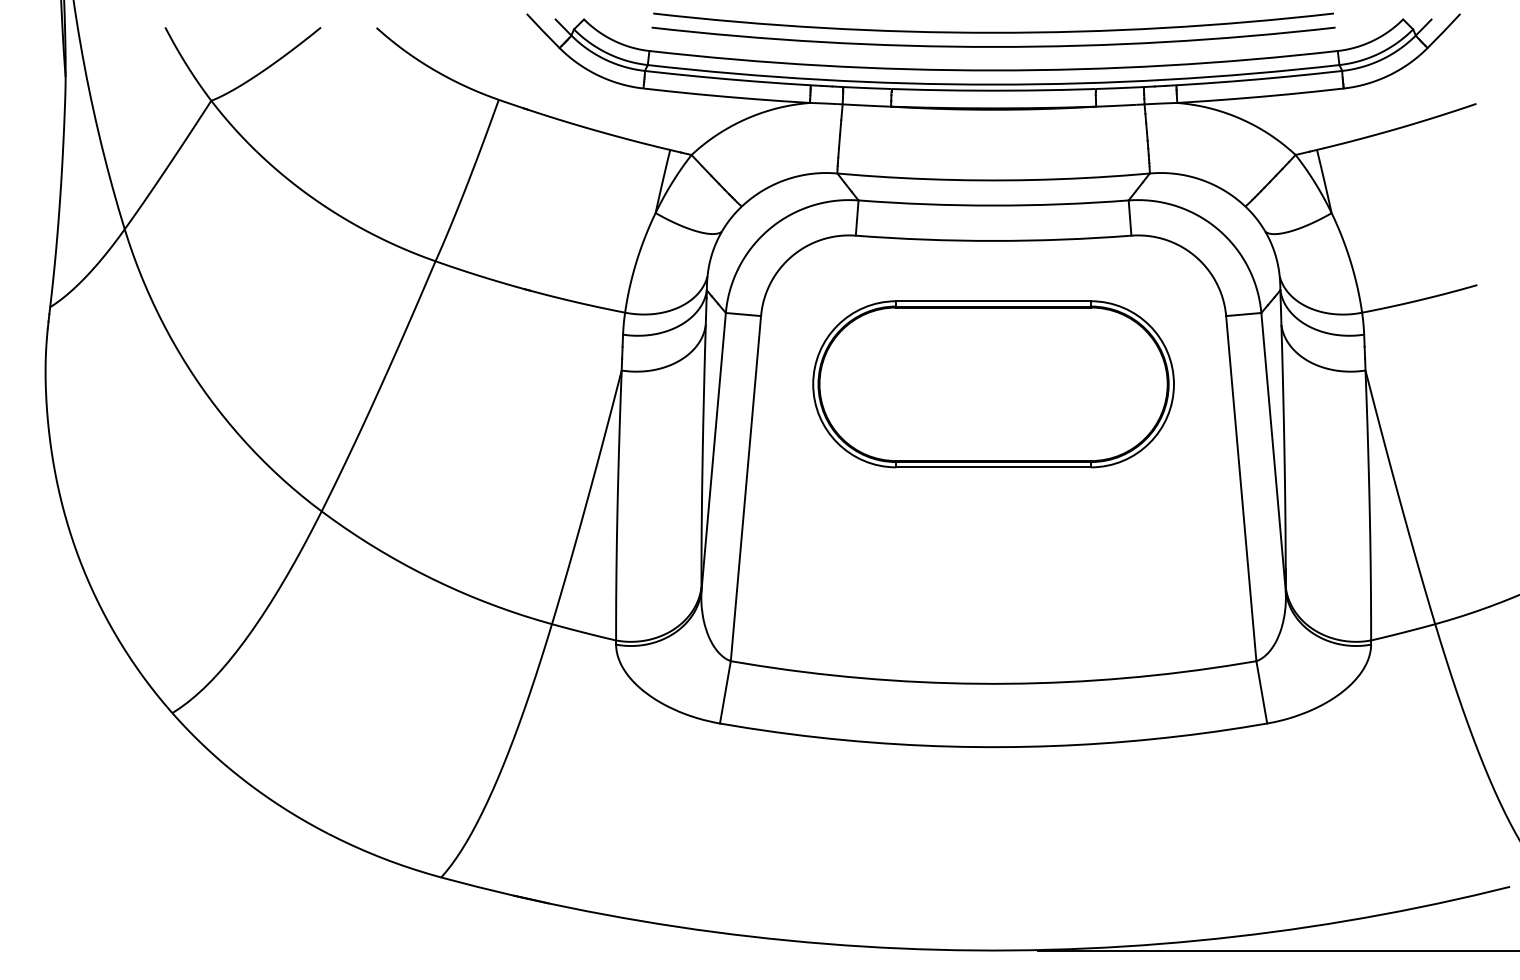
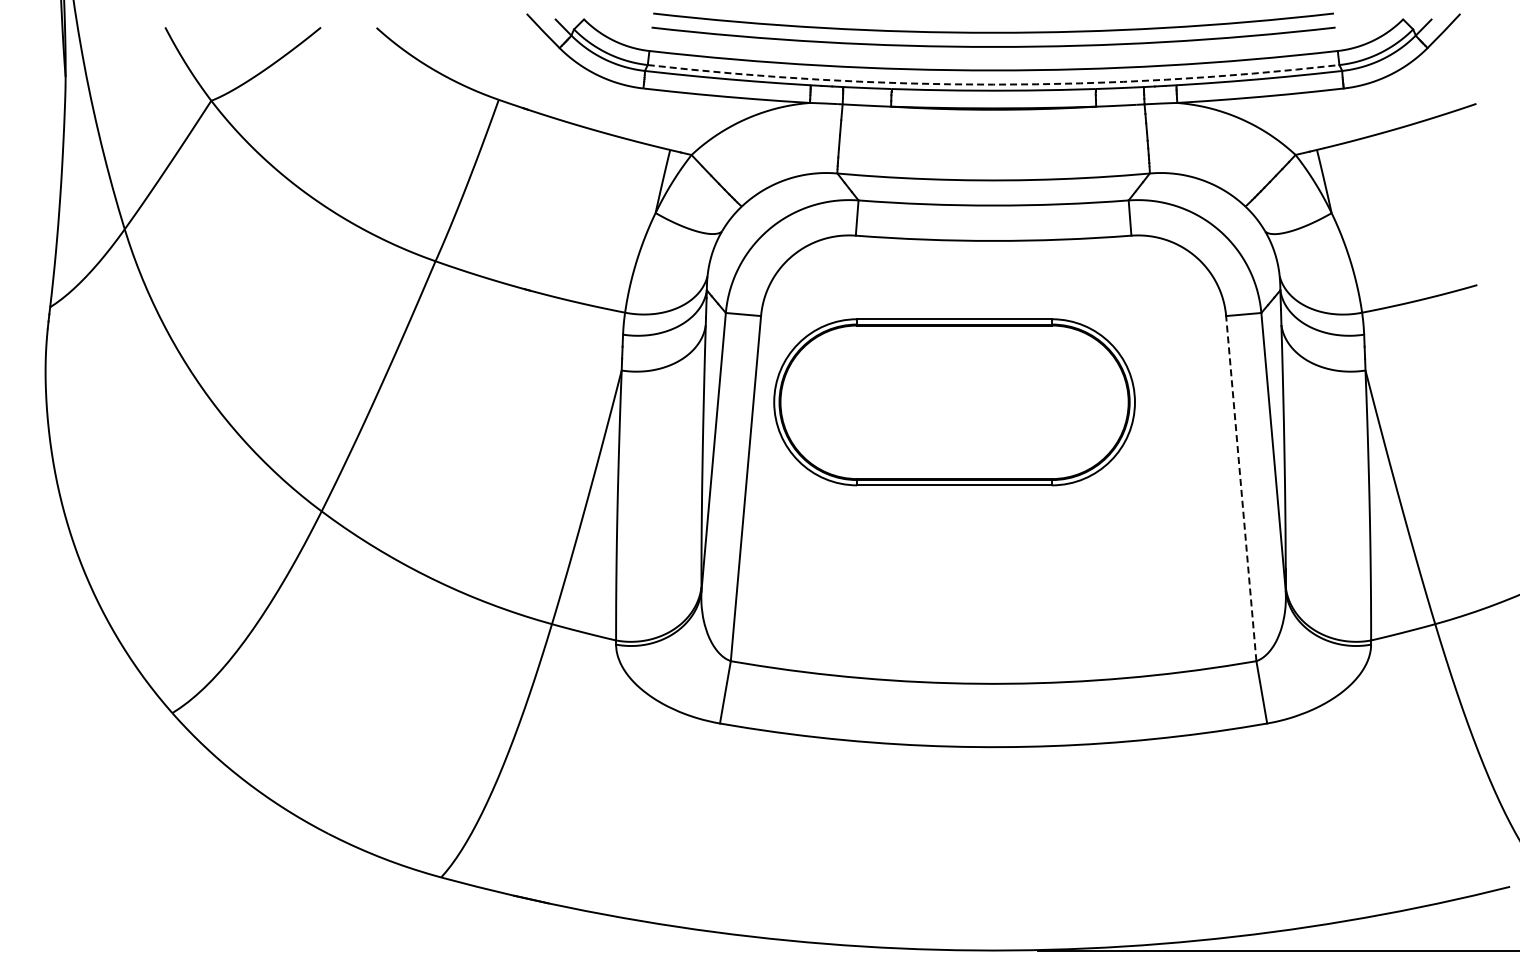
arc at (993, 84): solid -> dashed
part at (993, 384) position: (993, 384) -> (954, 402)
line at (1241, 488): solid -> dashed
